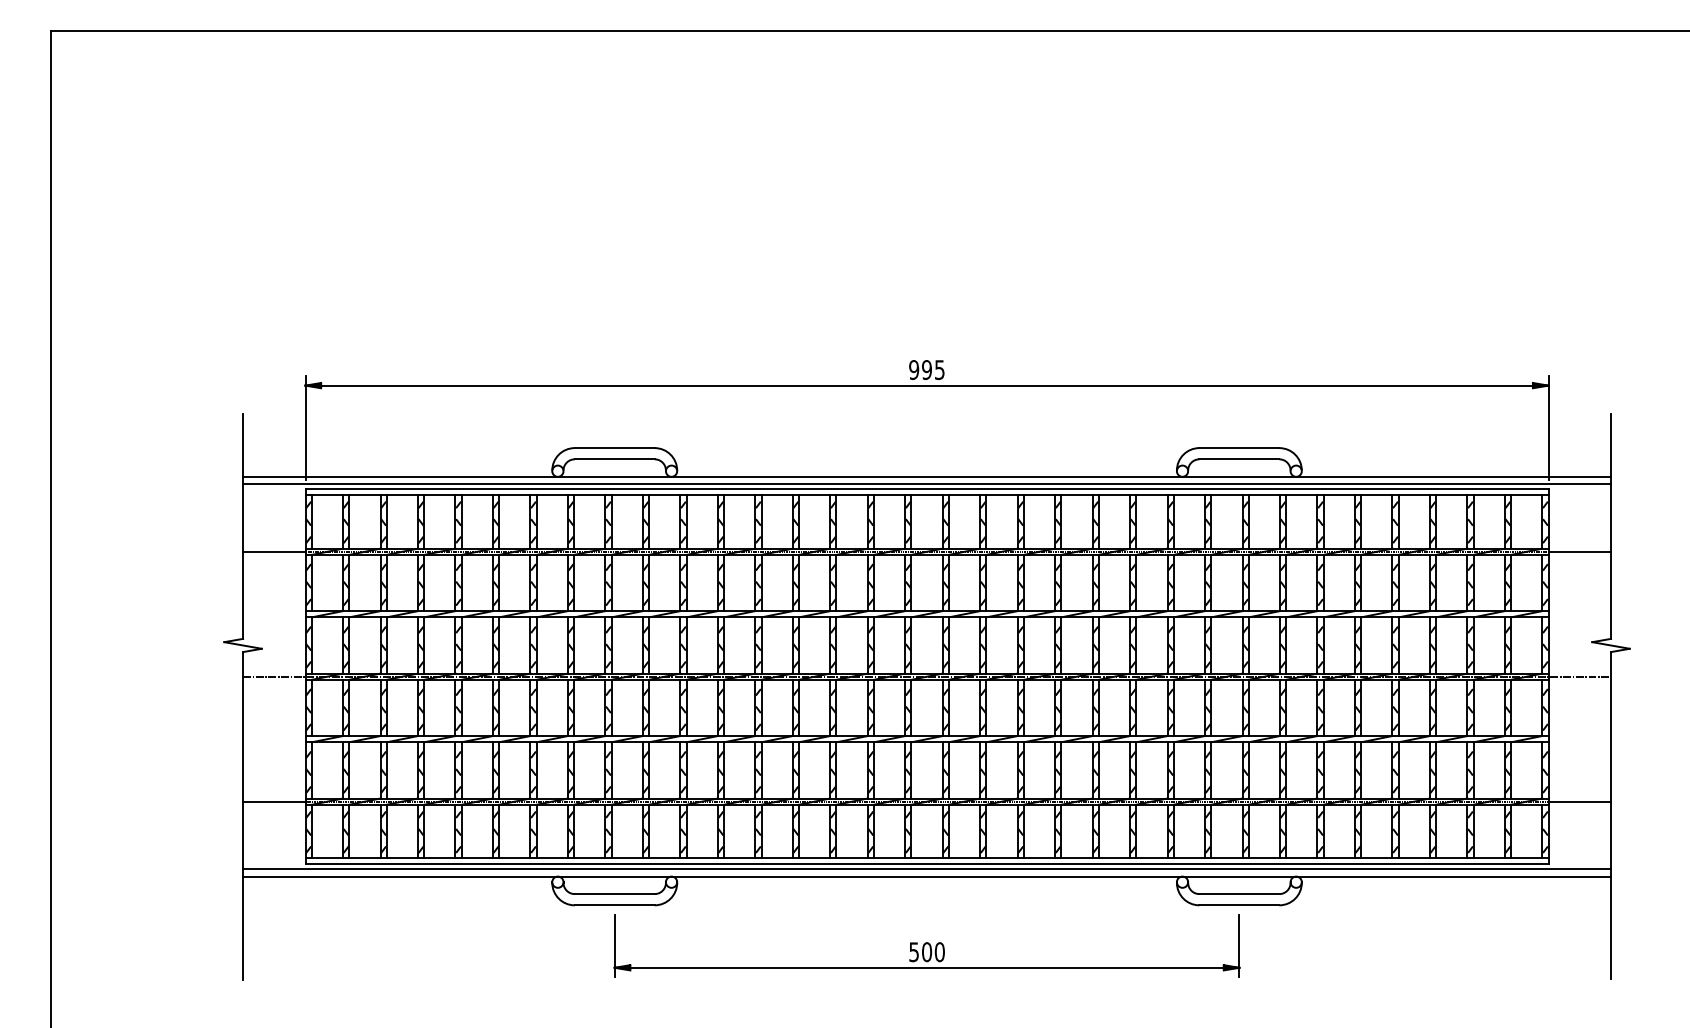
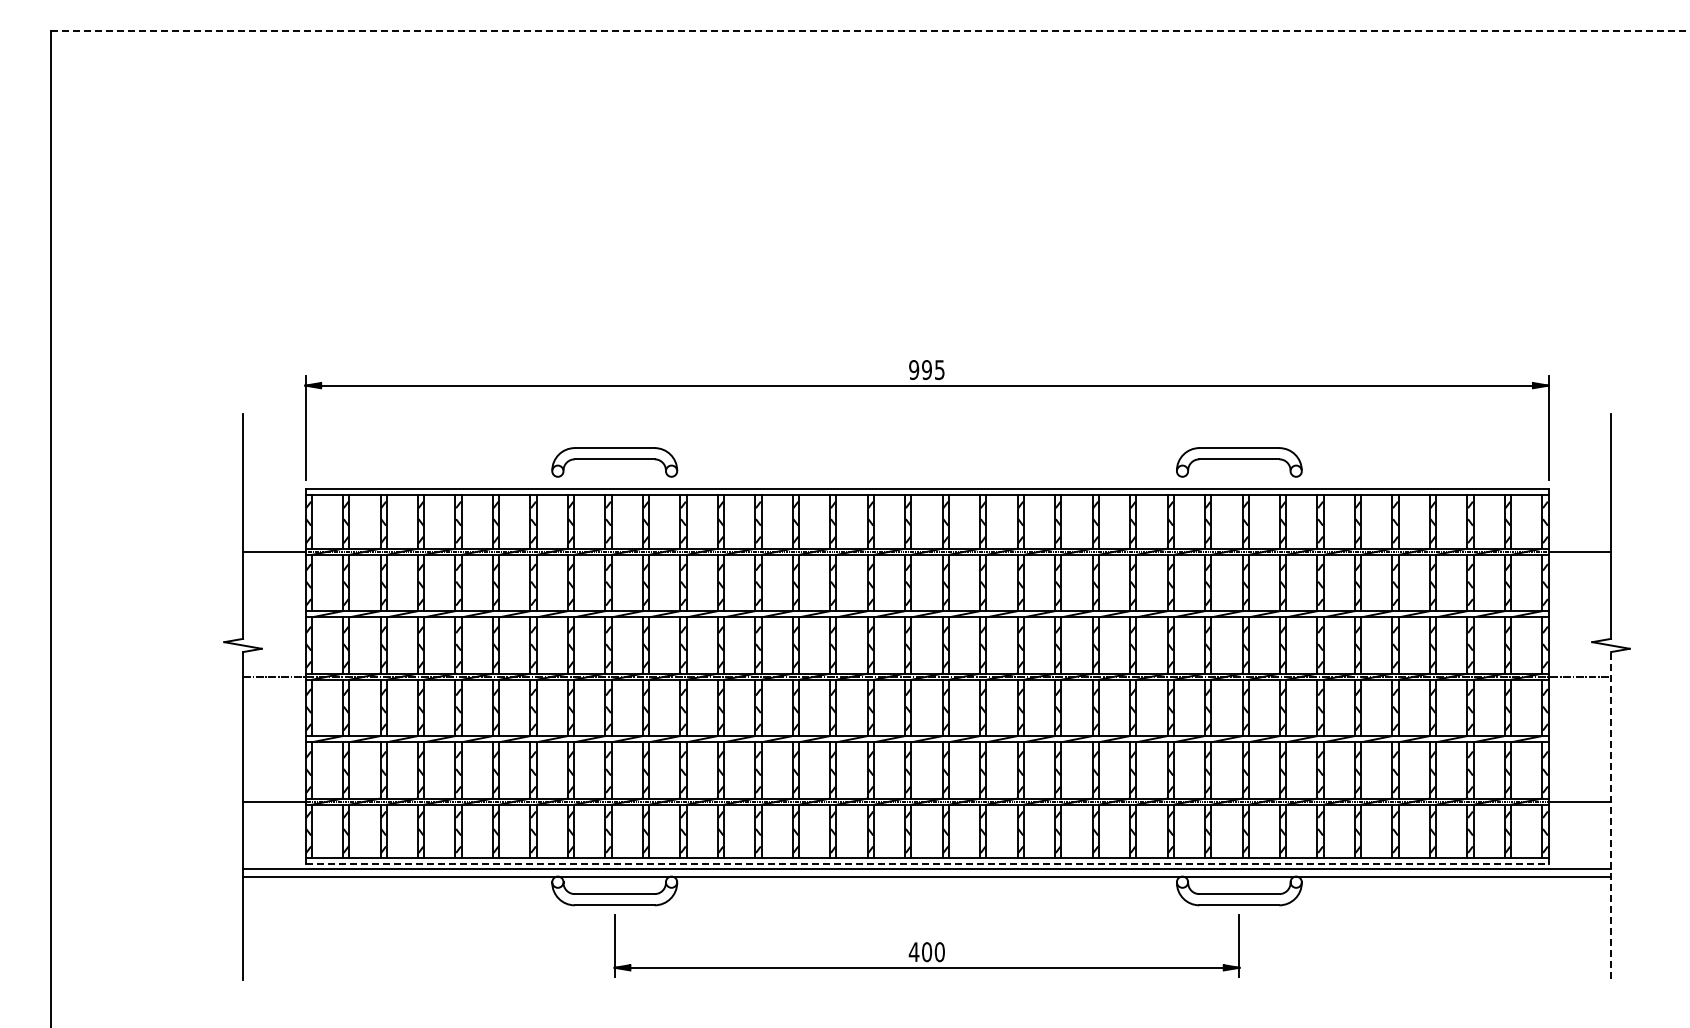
line at (870, 30): solid -> dashed
line at (927, 476): present -> none
line at (927, 484): present -> none
line at (1611, 815): solid -> dashed
line at (927, 864): solid -> dashed
text at (913, 952): 500 -> 400
